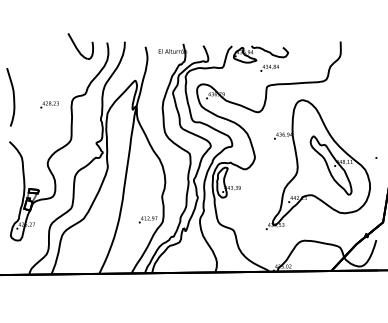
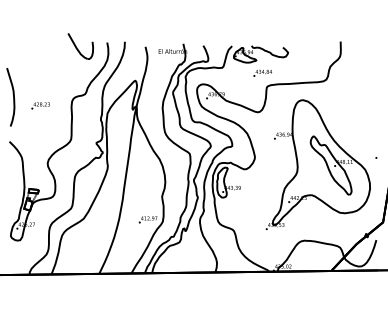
text at (269, 67) position: (269, 67) -> (262, 72)
text at (49, 104) position: (49, 104) -> (40, 105)
